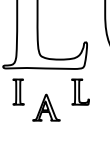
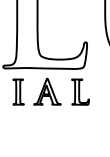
part at (46, 107) position: (46, 107) -> (47, 91)
